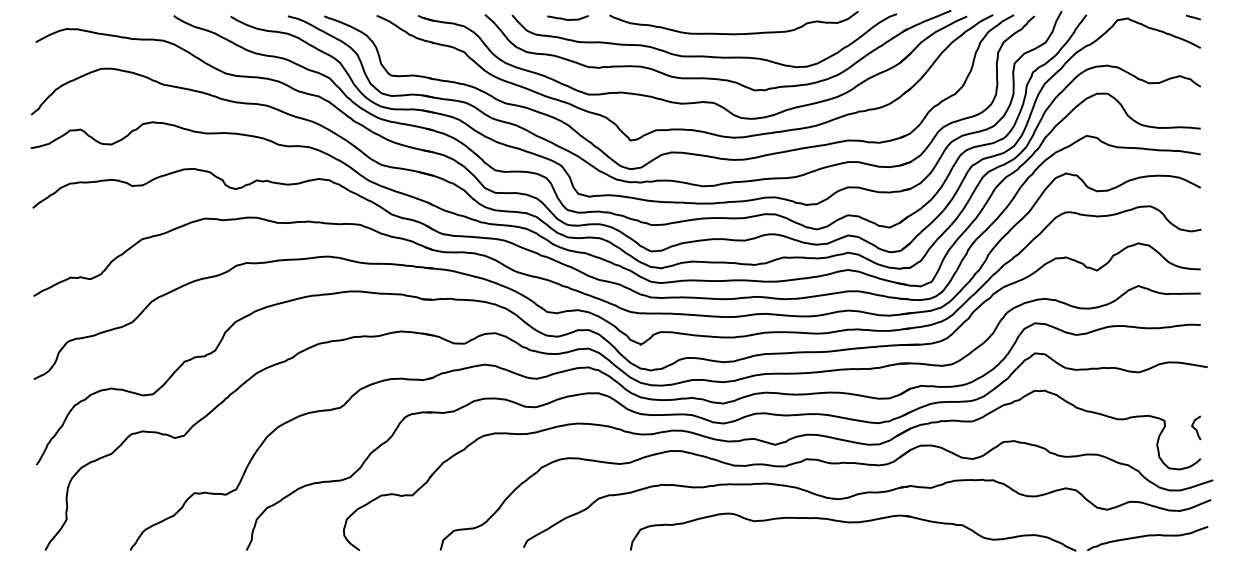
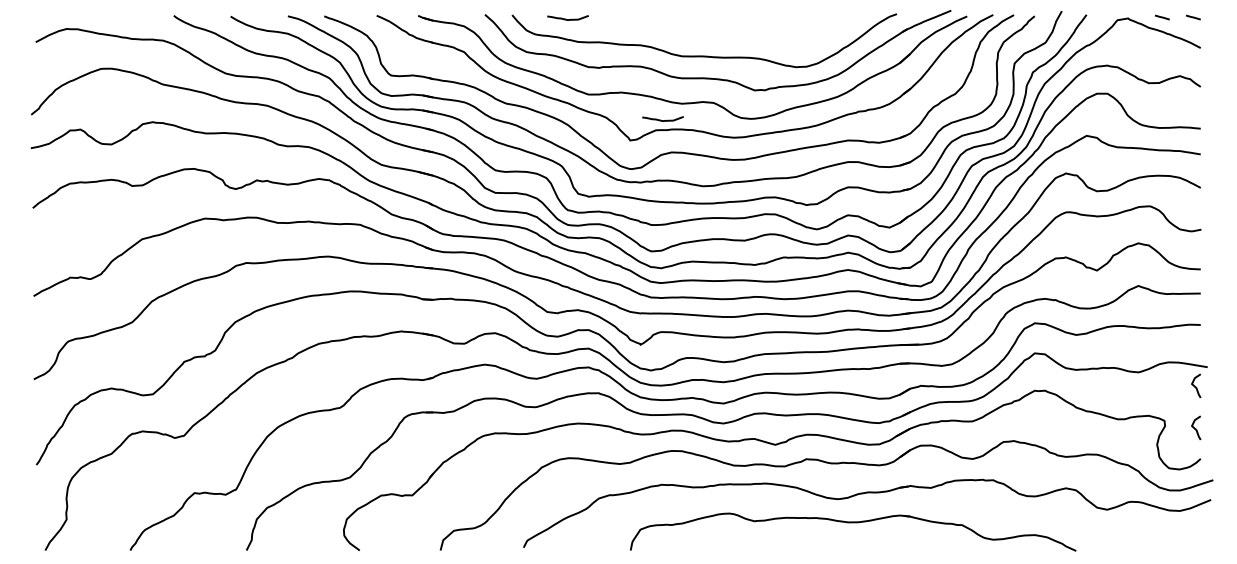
line at (1162, 17): none -> present
curve at (733, 33): present -> none
curve at (661, 119): none -> present
curve at (1195, 385): none -> present
curve at (1147, 536): present -> none
